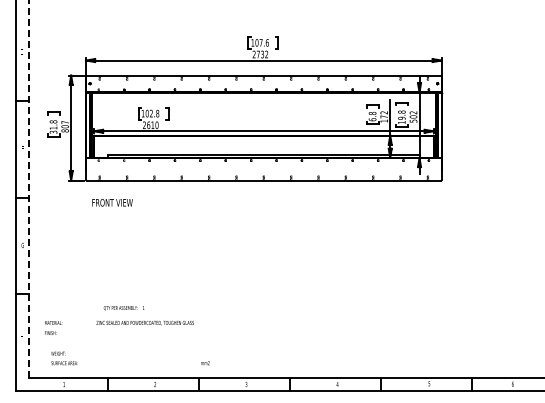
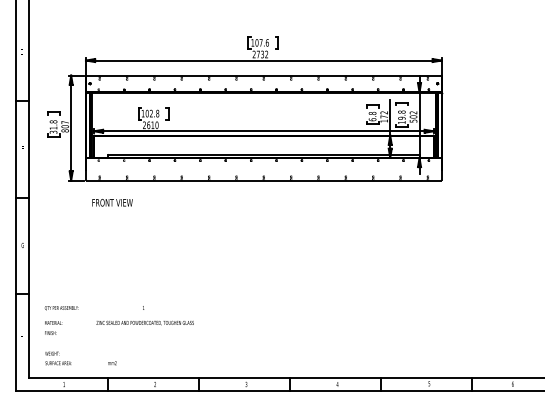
line at (29, 189): dashed -> solid
text at (120, 308) position: (120, 308) -> (61, 308)
text at (64, 358) position: (64, 358) -> (58, 358)
text at (205, 363) position: (205, 363) -> (112, 363)
